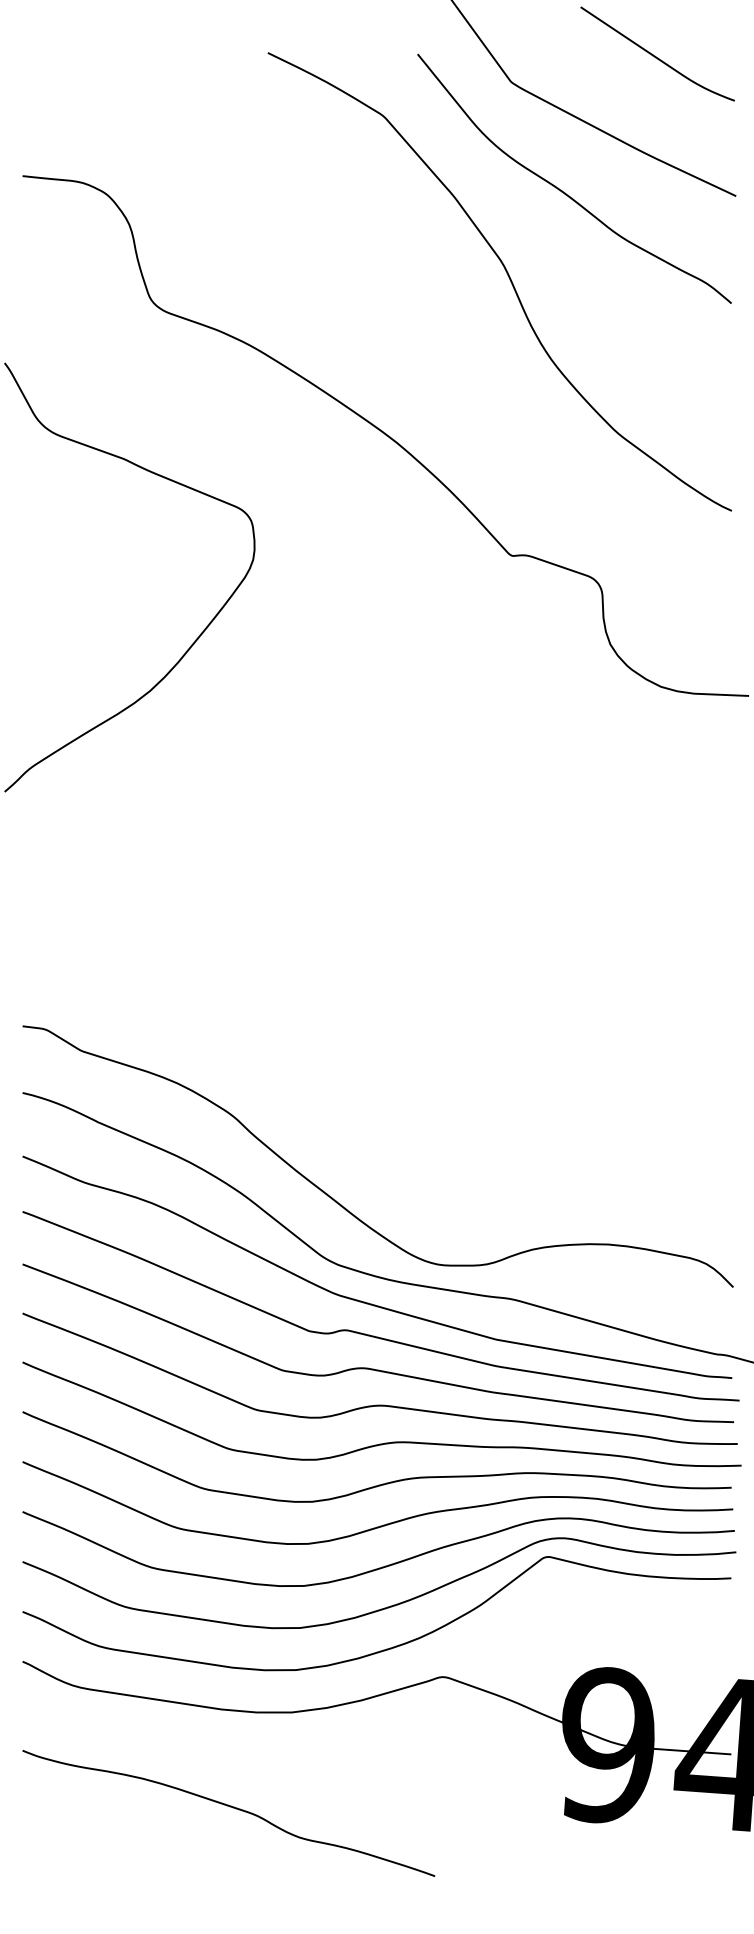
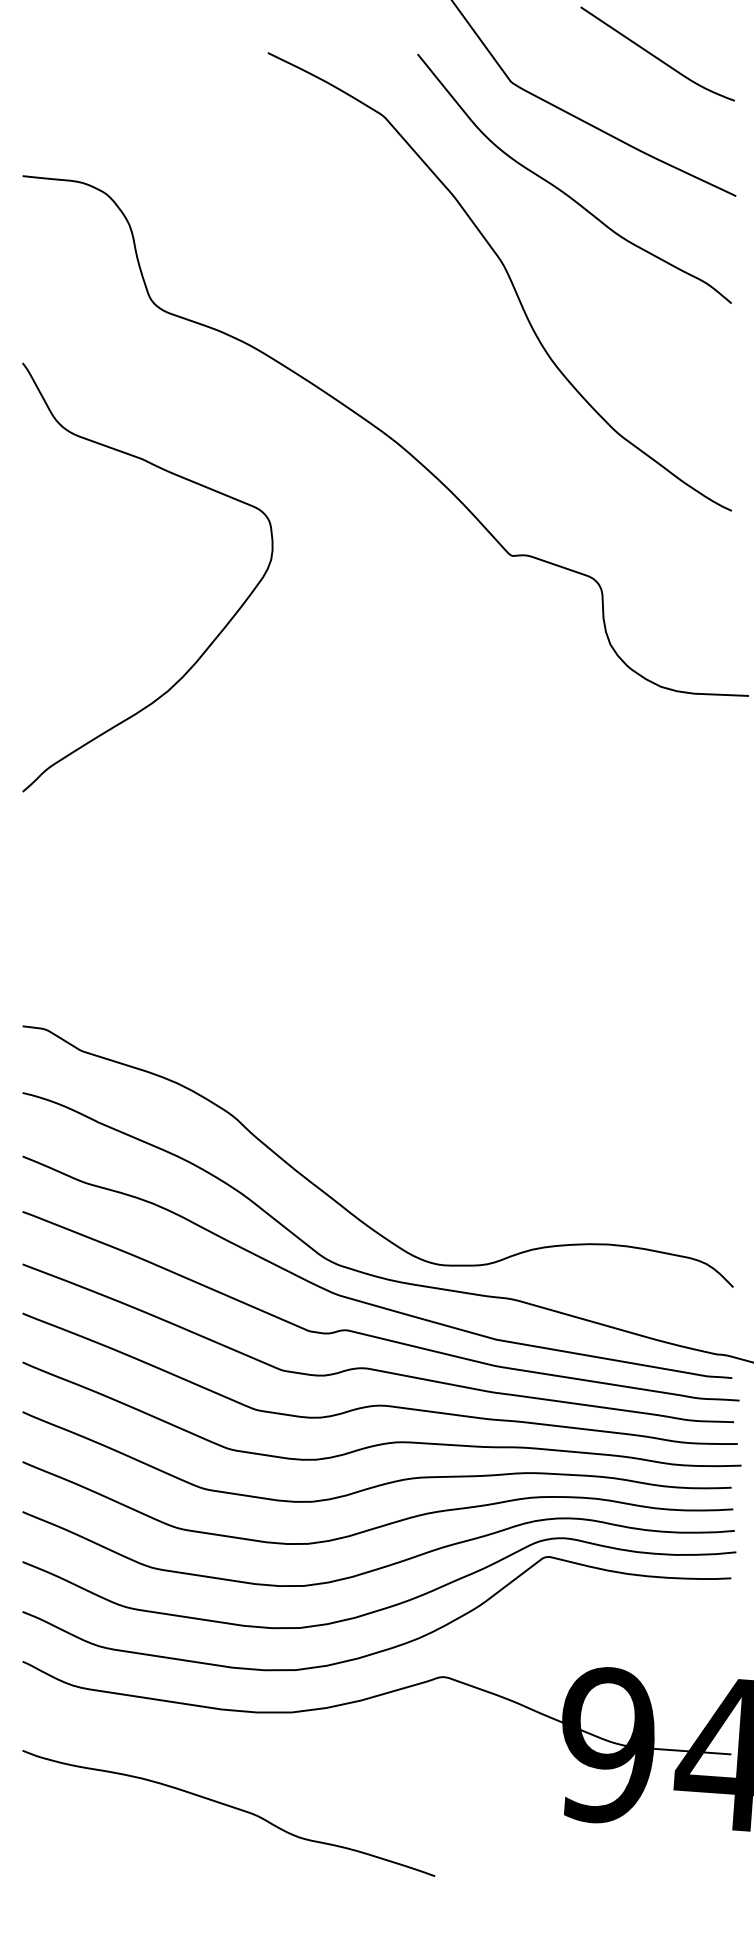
curve at (199, 634) position: (199, 634) -> (217, 634)
